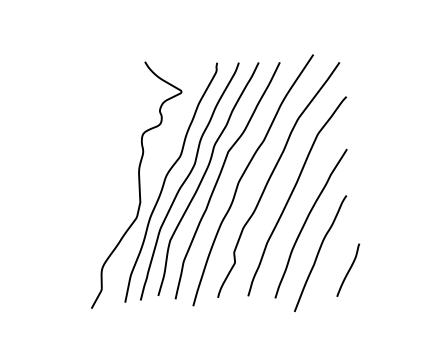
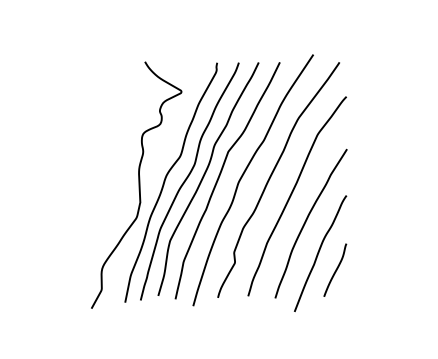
curve at (348, 269) position: (348, 269) -> (335, 269)
